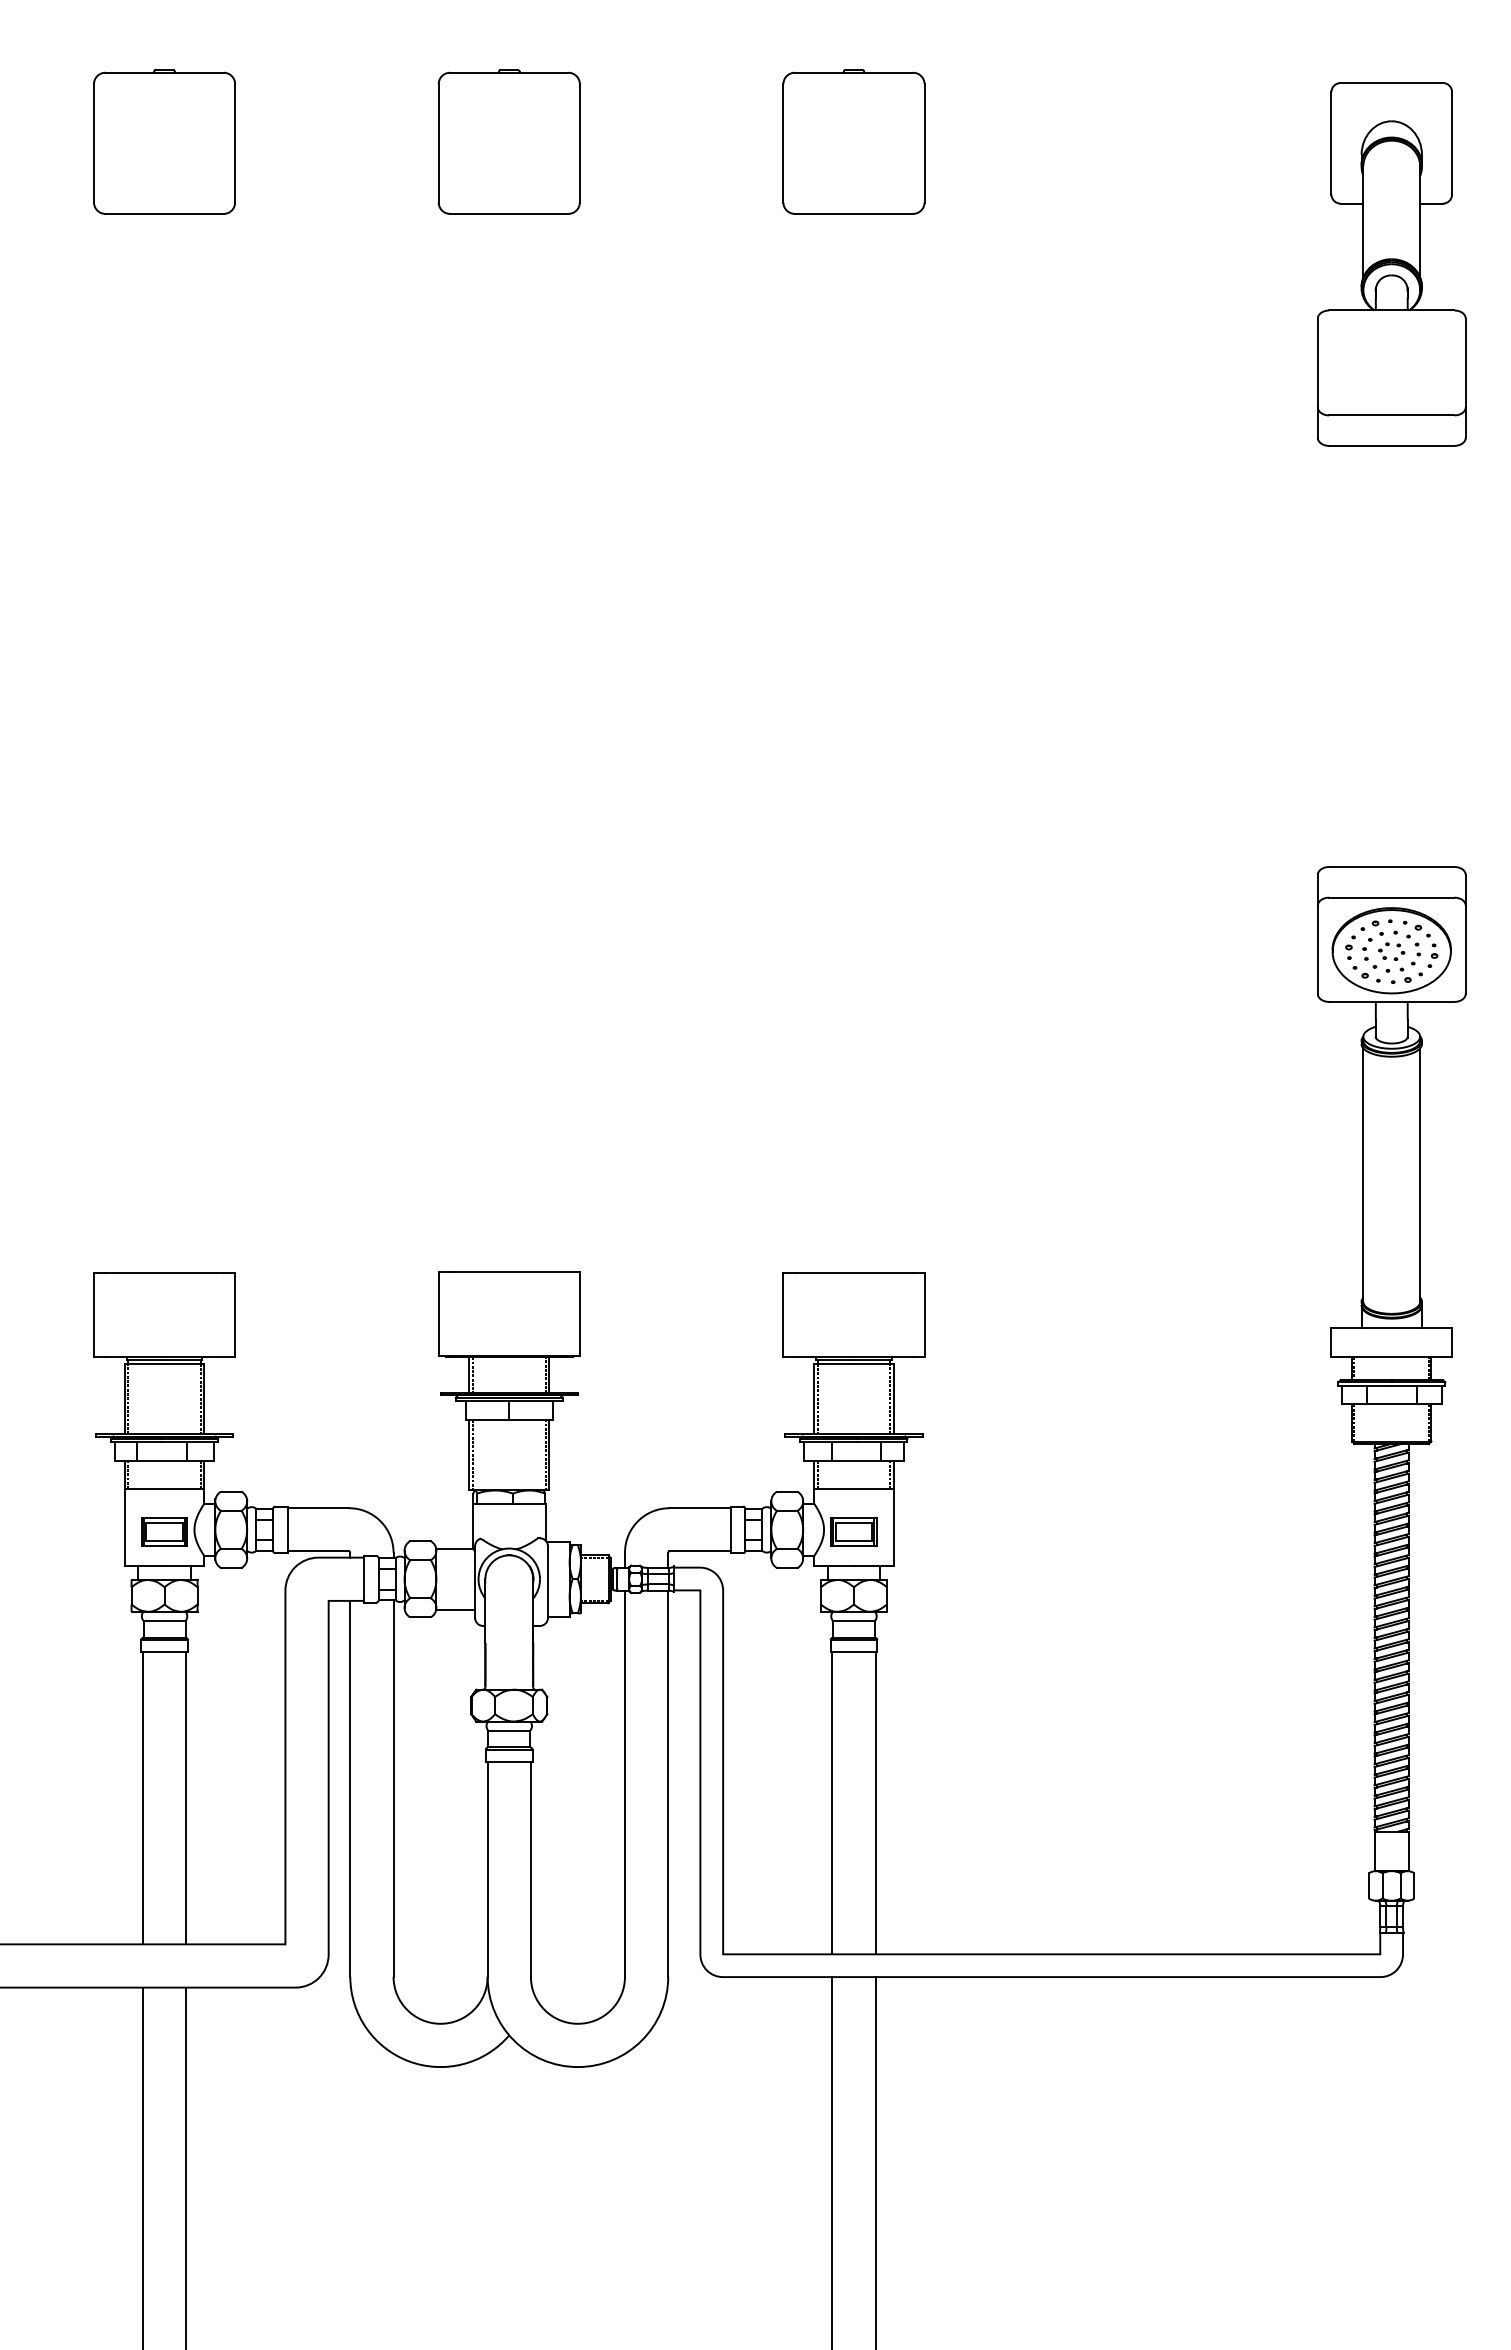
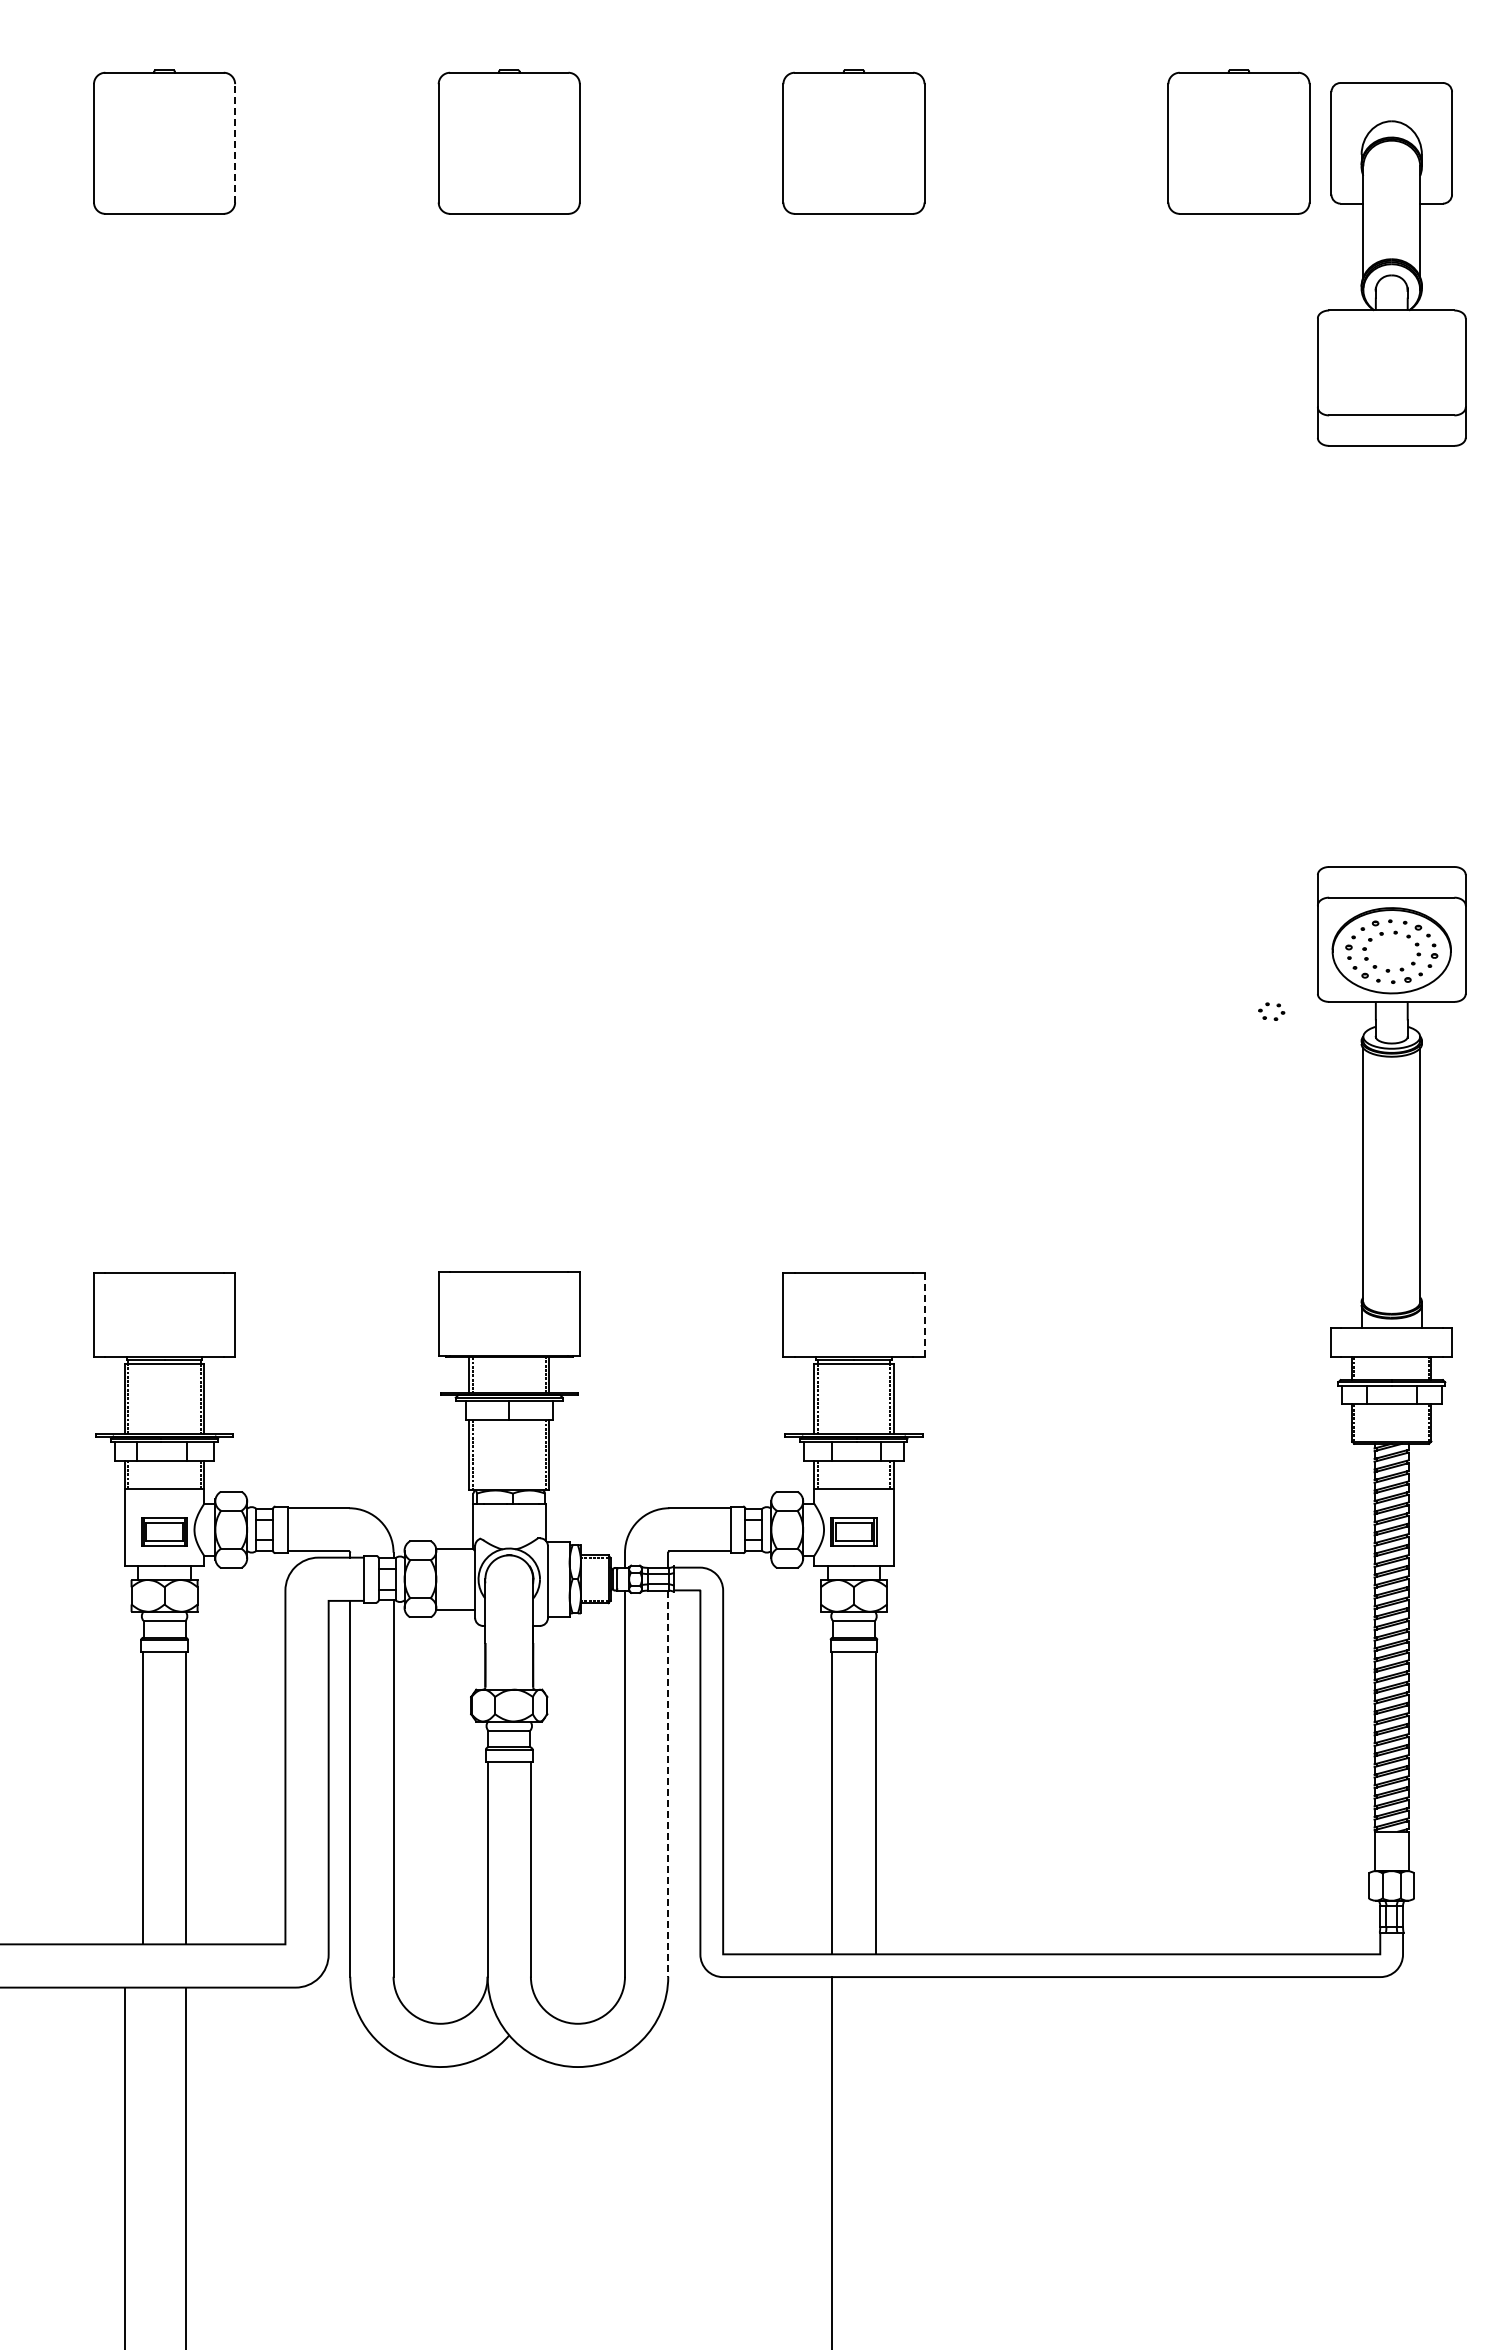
part at (1238, 141): none -> present
line at (235, 142): solid -> dashed
part at (1389, 945) position: (1389, 945) -> (1269, 1005)
line at (924, 1315): solid -> dashed
line at (668, 1784): solid -> dashed
line at (875, 2161): present -> none
line at (142, 2166) position: (142, 2166) -> (124, 2166)
